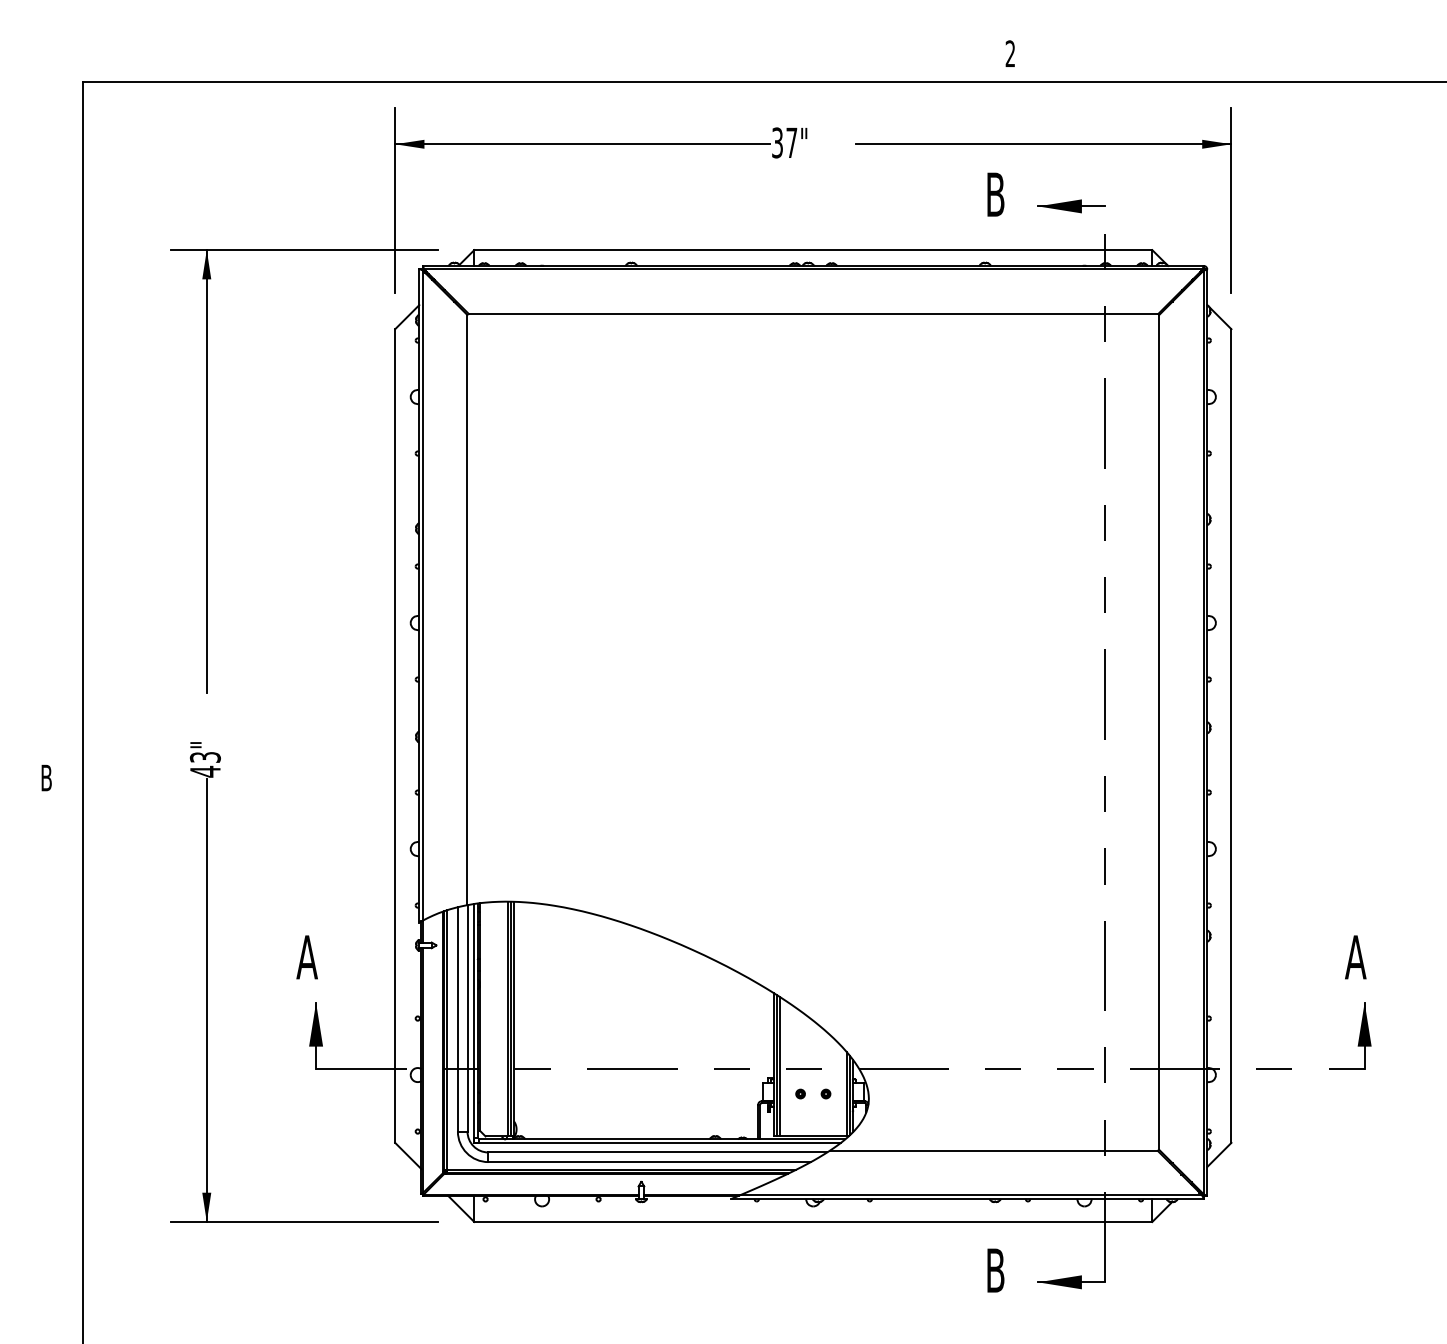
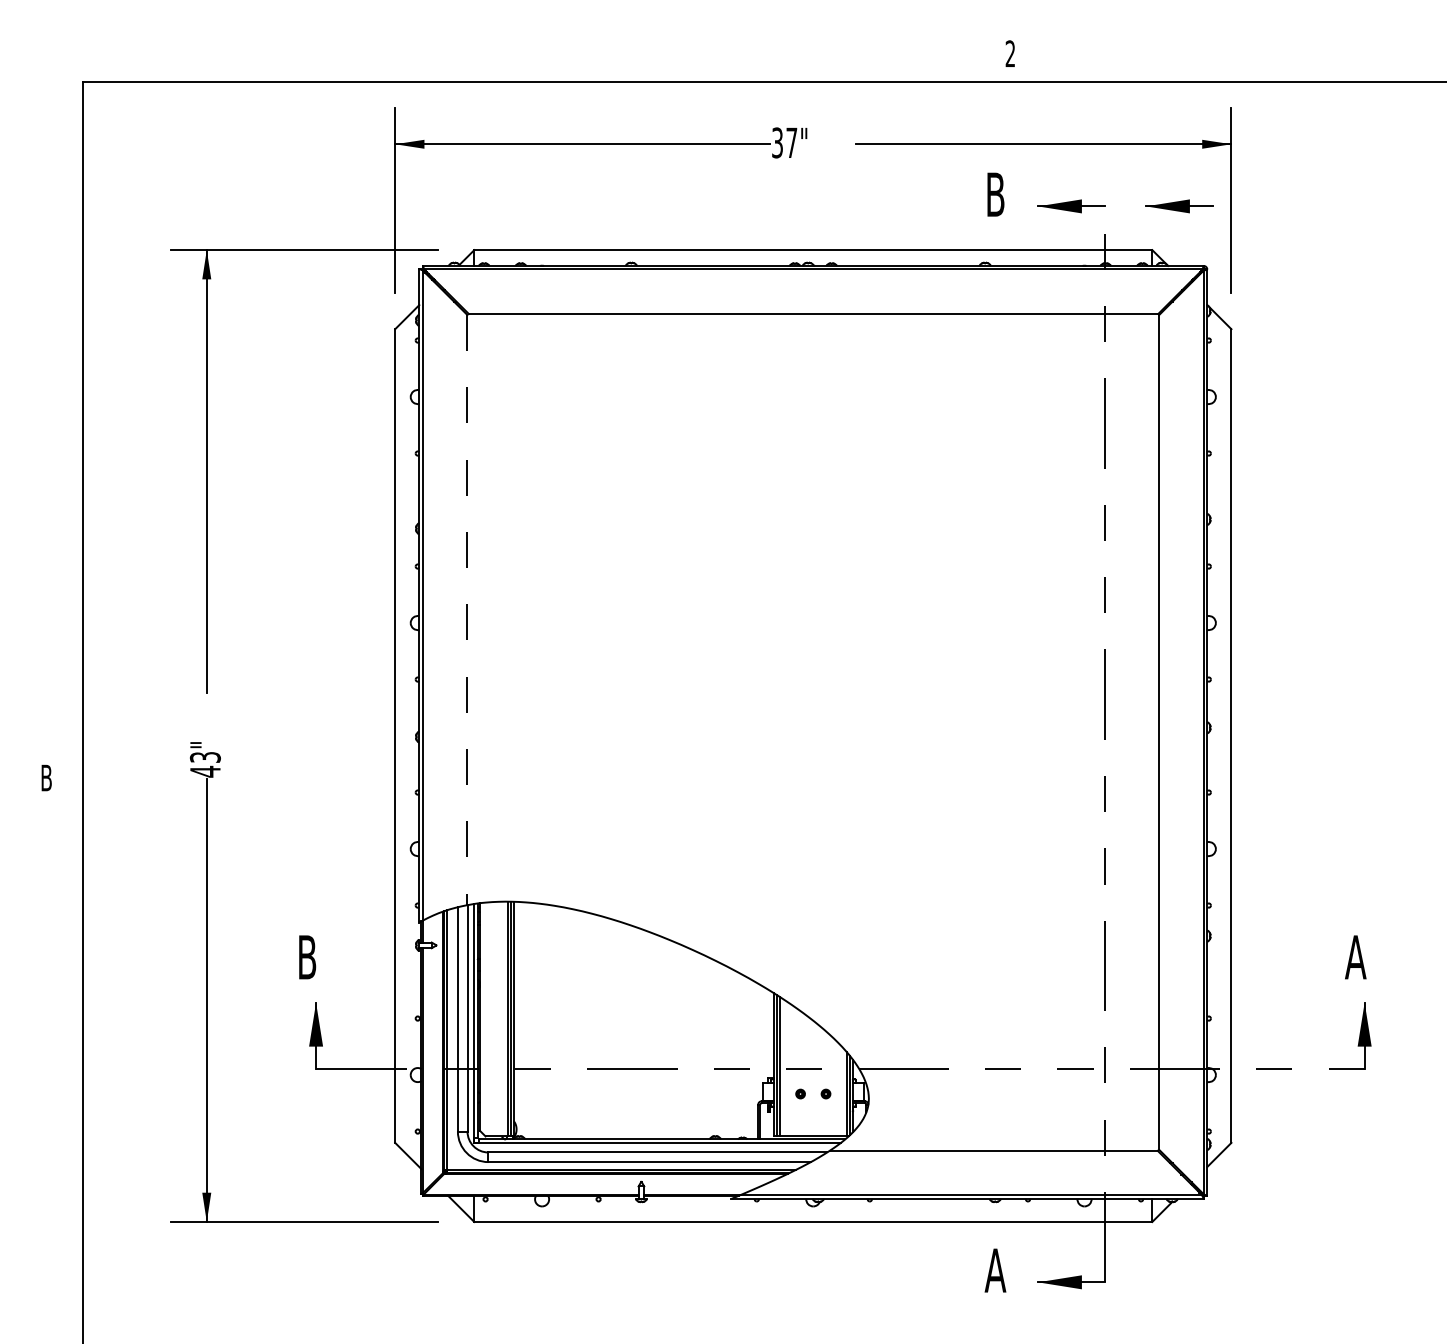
part at (1179, 206): none -> present
line at (467, 610): solid -> dashed
text at (306, 957): A -> B
text at (995, 1270): B -> A
